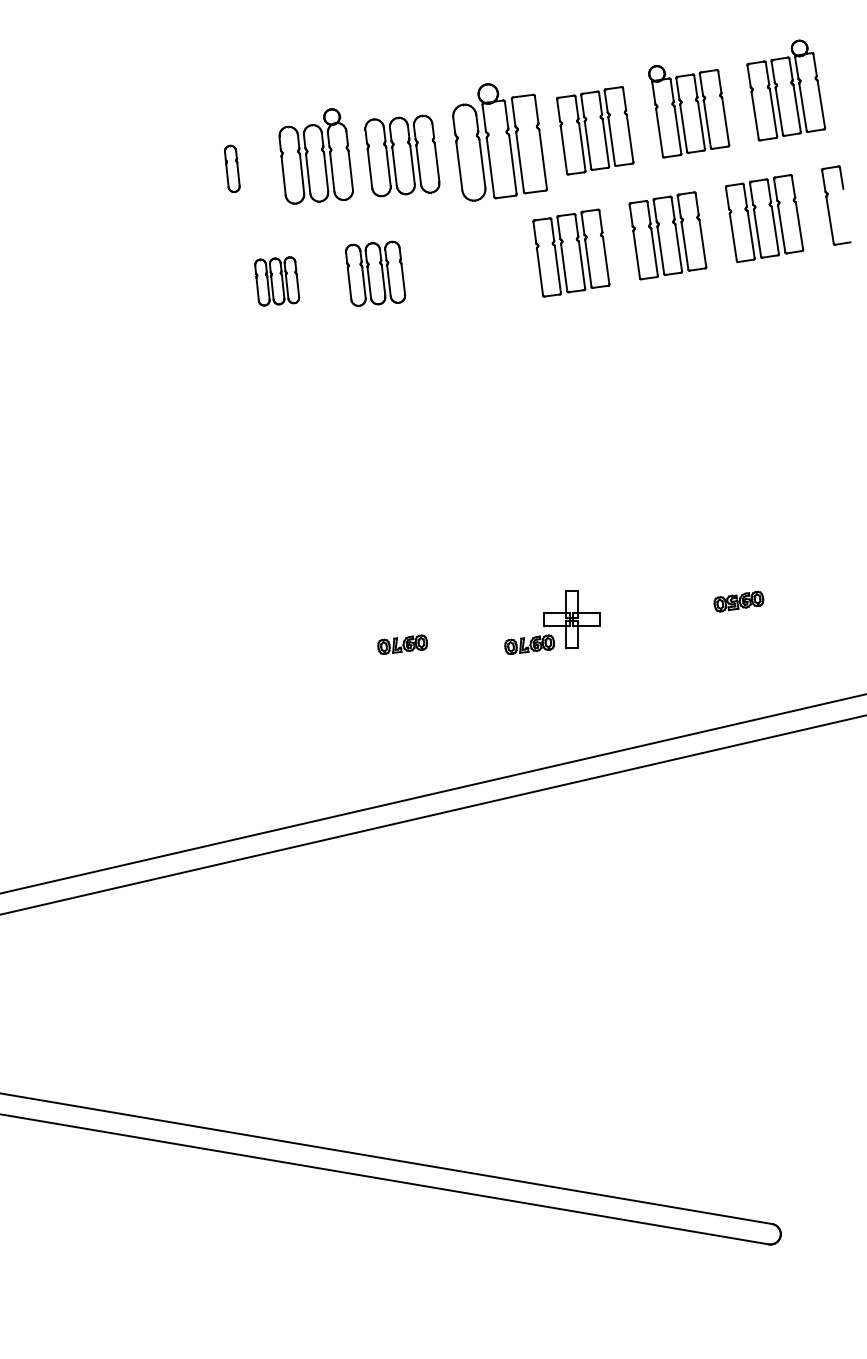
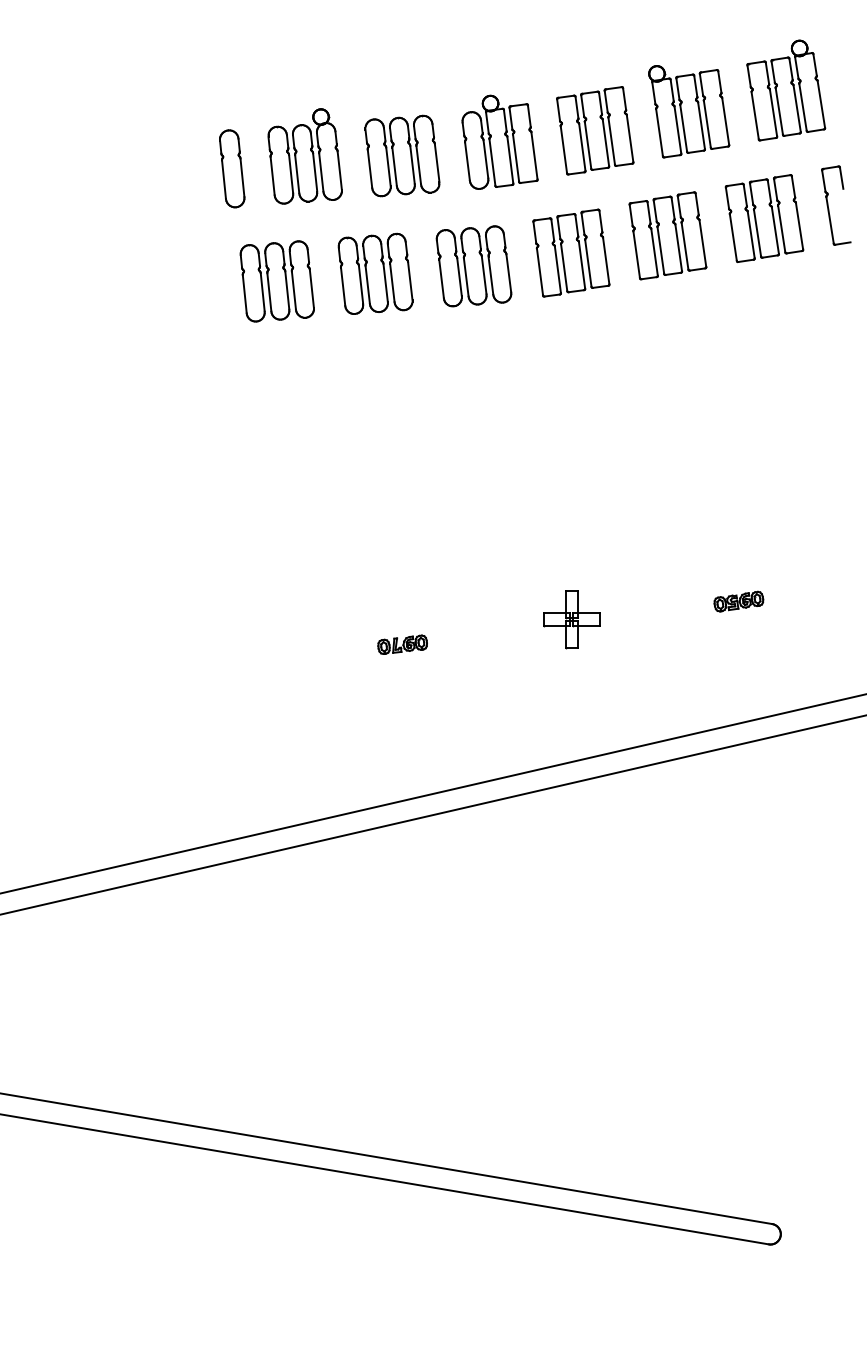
part at (499, 142) size: 96x119 px -> 78x96 px
part at (315, 156) position: (315, 156) -> (304, 156)
part at (232, 168) size: 17x49 px -> 27x80 px
part at (473, 266): none -> present
part at (375, 273) size: 62x67 px -> 77x83 px
part at (277, 281) size: 47x51 px -> 76x83 px
part at (529, 644): present -> none
